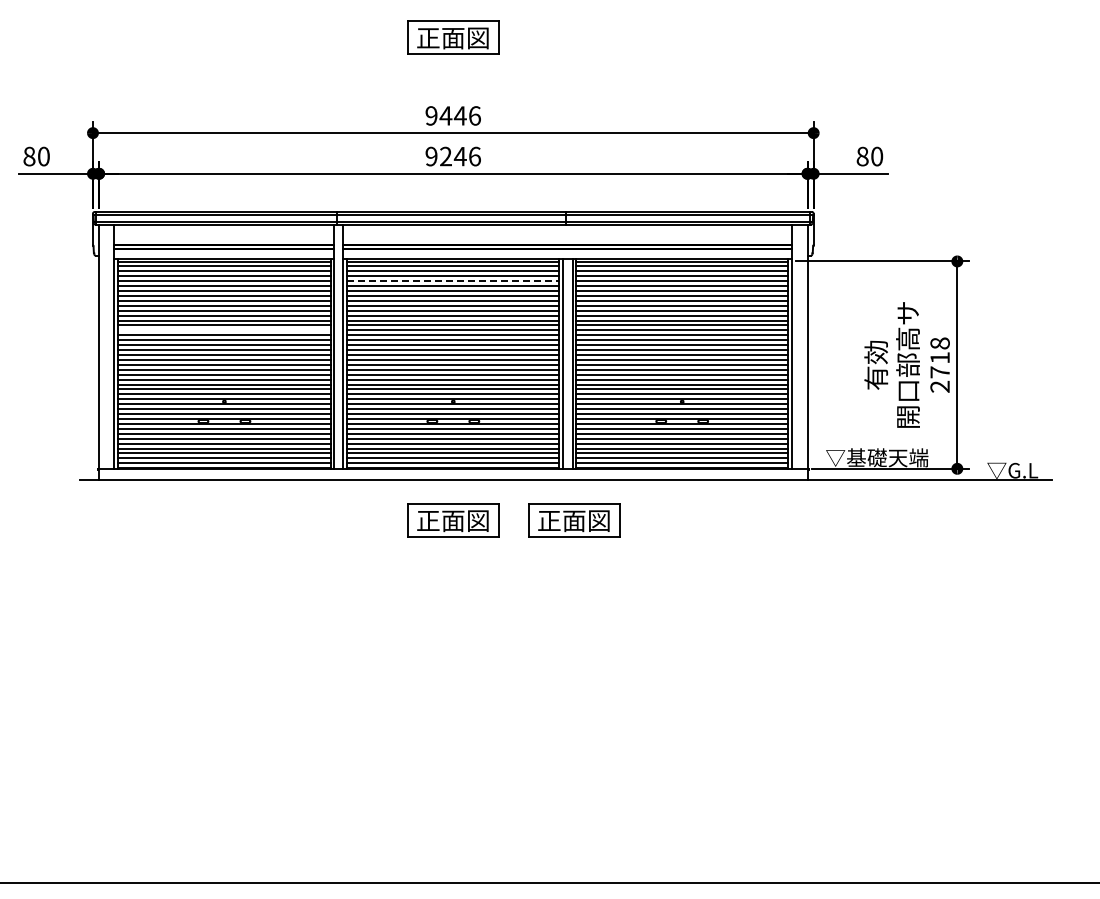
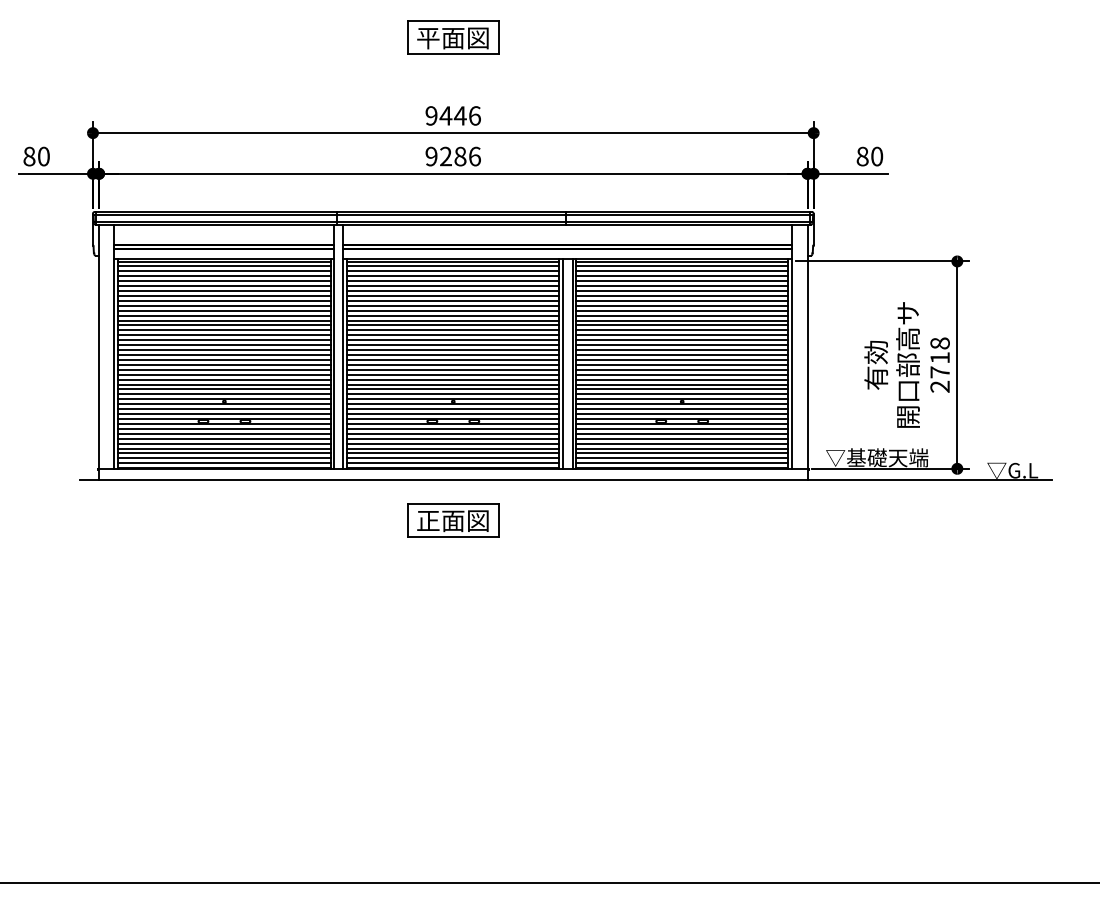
text at (428, 38): 正面図 -> 平面図
text at (459, 156): 9246 -> 9286
line at (453, 281): dashed -> solid
line at (224, 330): none -> present
part at (574, 520): present -> none
